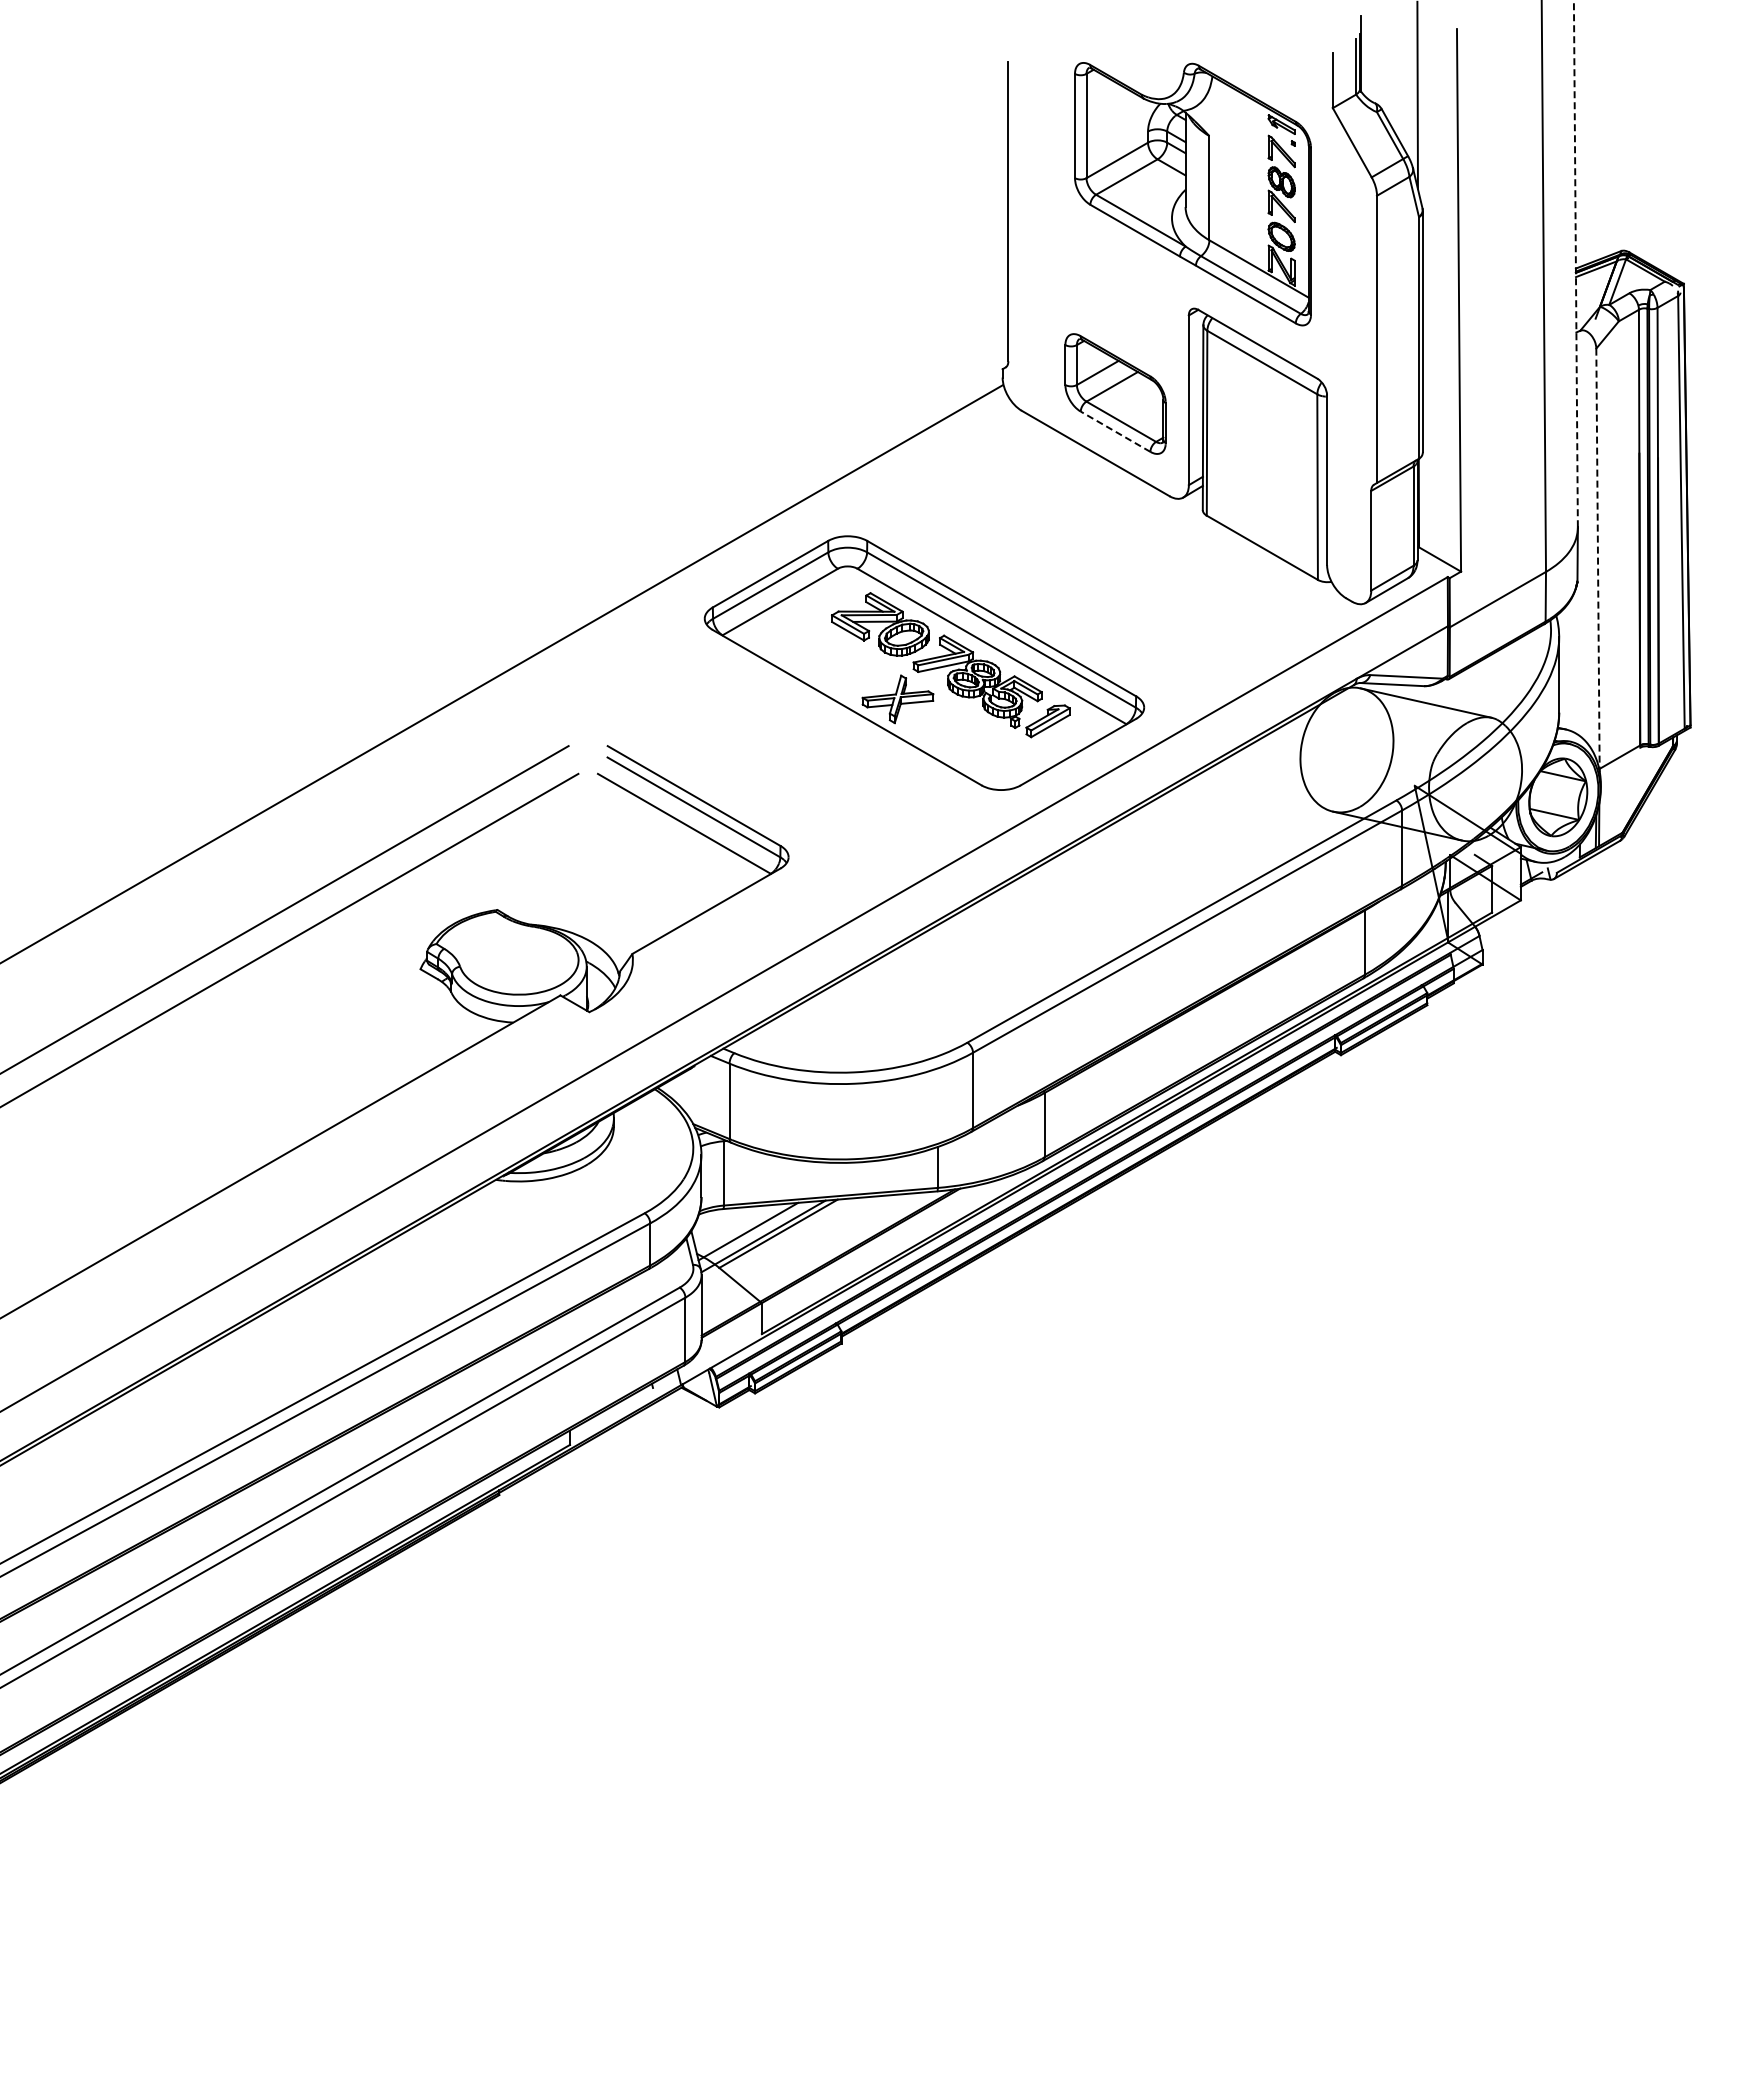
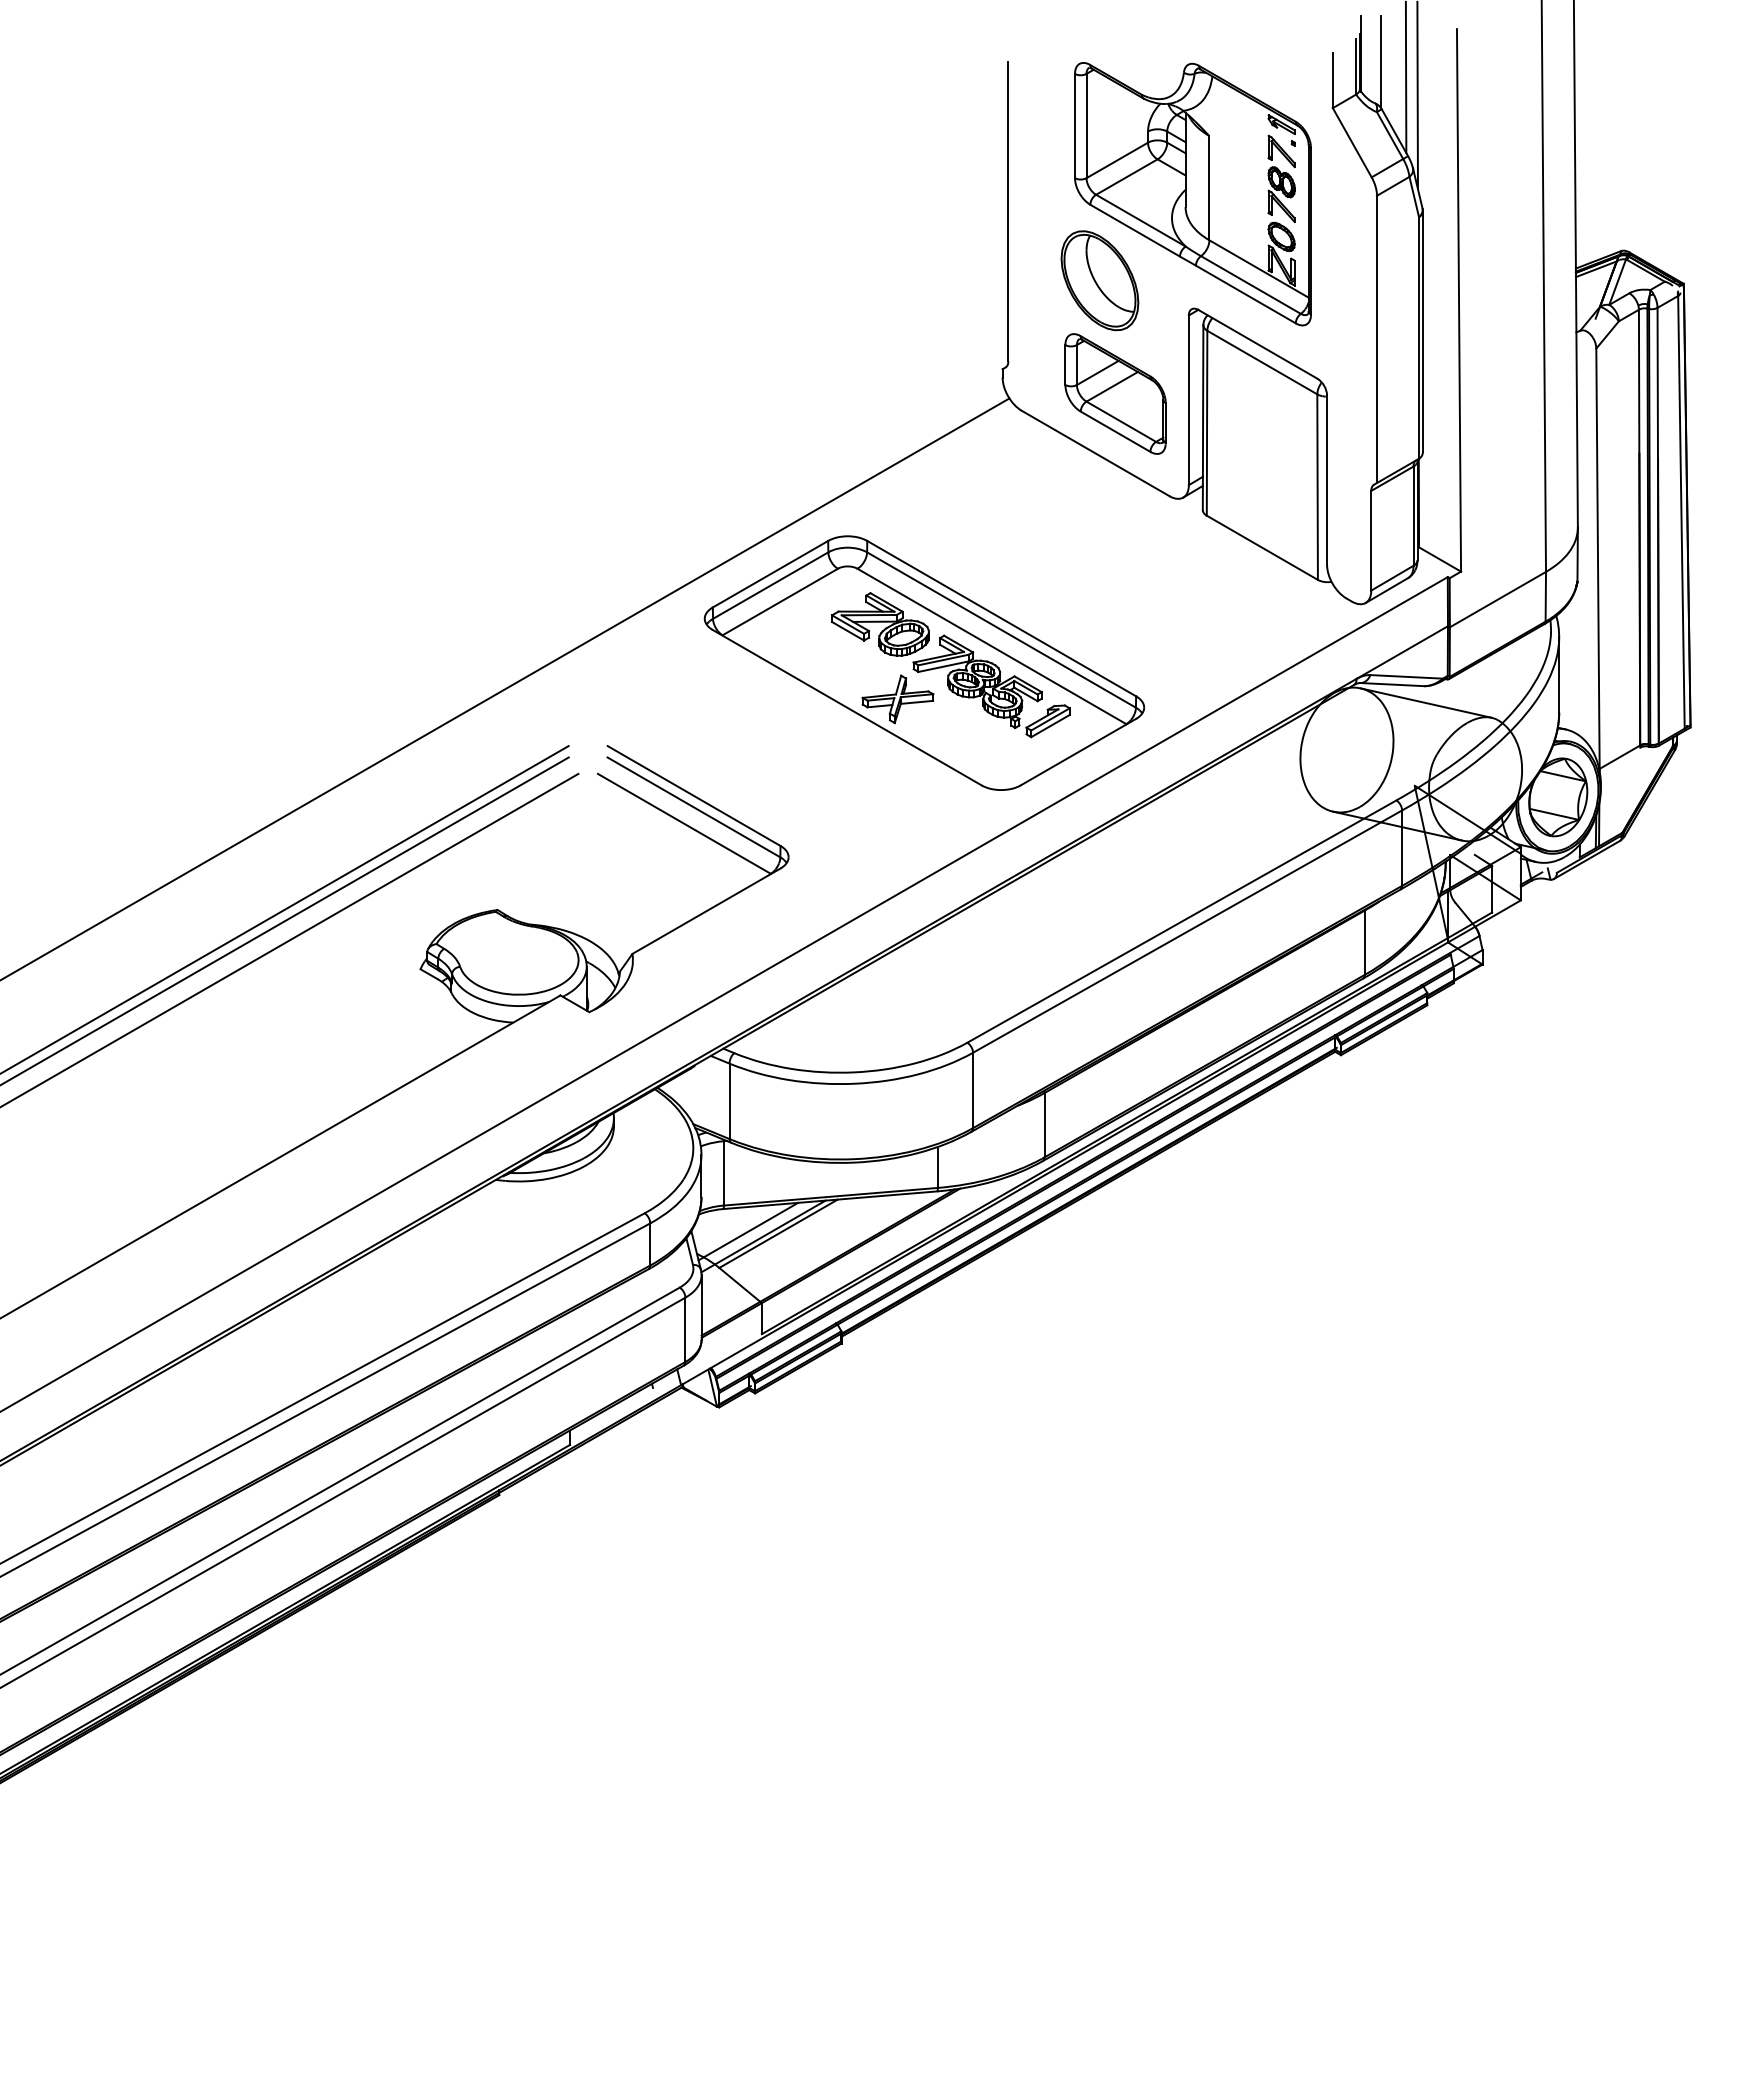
line at (1380, 61): none -> present
line at (1405, 77): none -> present
line at (1575, 263): dashed -> solid
part at (1099, 280): none -> present
line at (1115, 431): dashed -> solid
line at (1597, 559): dashed -> solid
line at (502, 673) position: (502, 673) -> (505, 688)
line at (285, 920): none -> present
